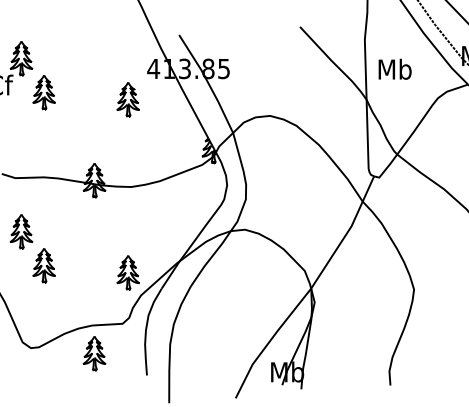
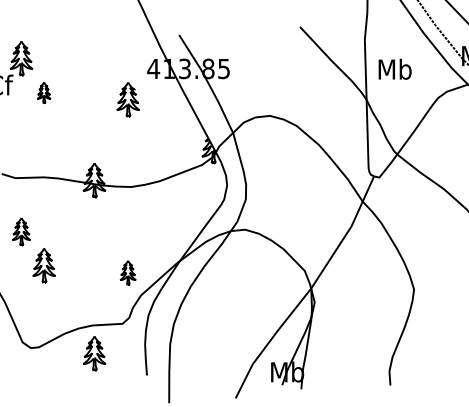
part at (43, 92) size: 24x36 px -> 15x22 px
part at (21, 231) size: 25x36 px -> 19x30 px
part at (127, 272) size: 24x36 px -> 18x26 px
